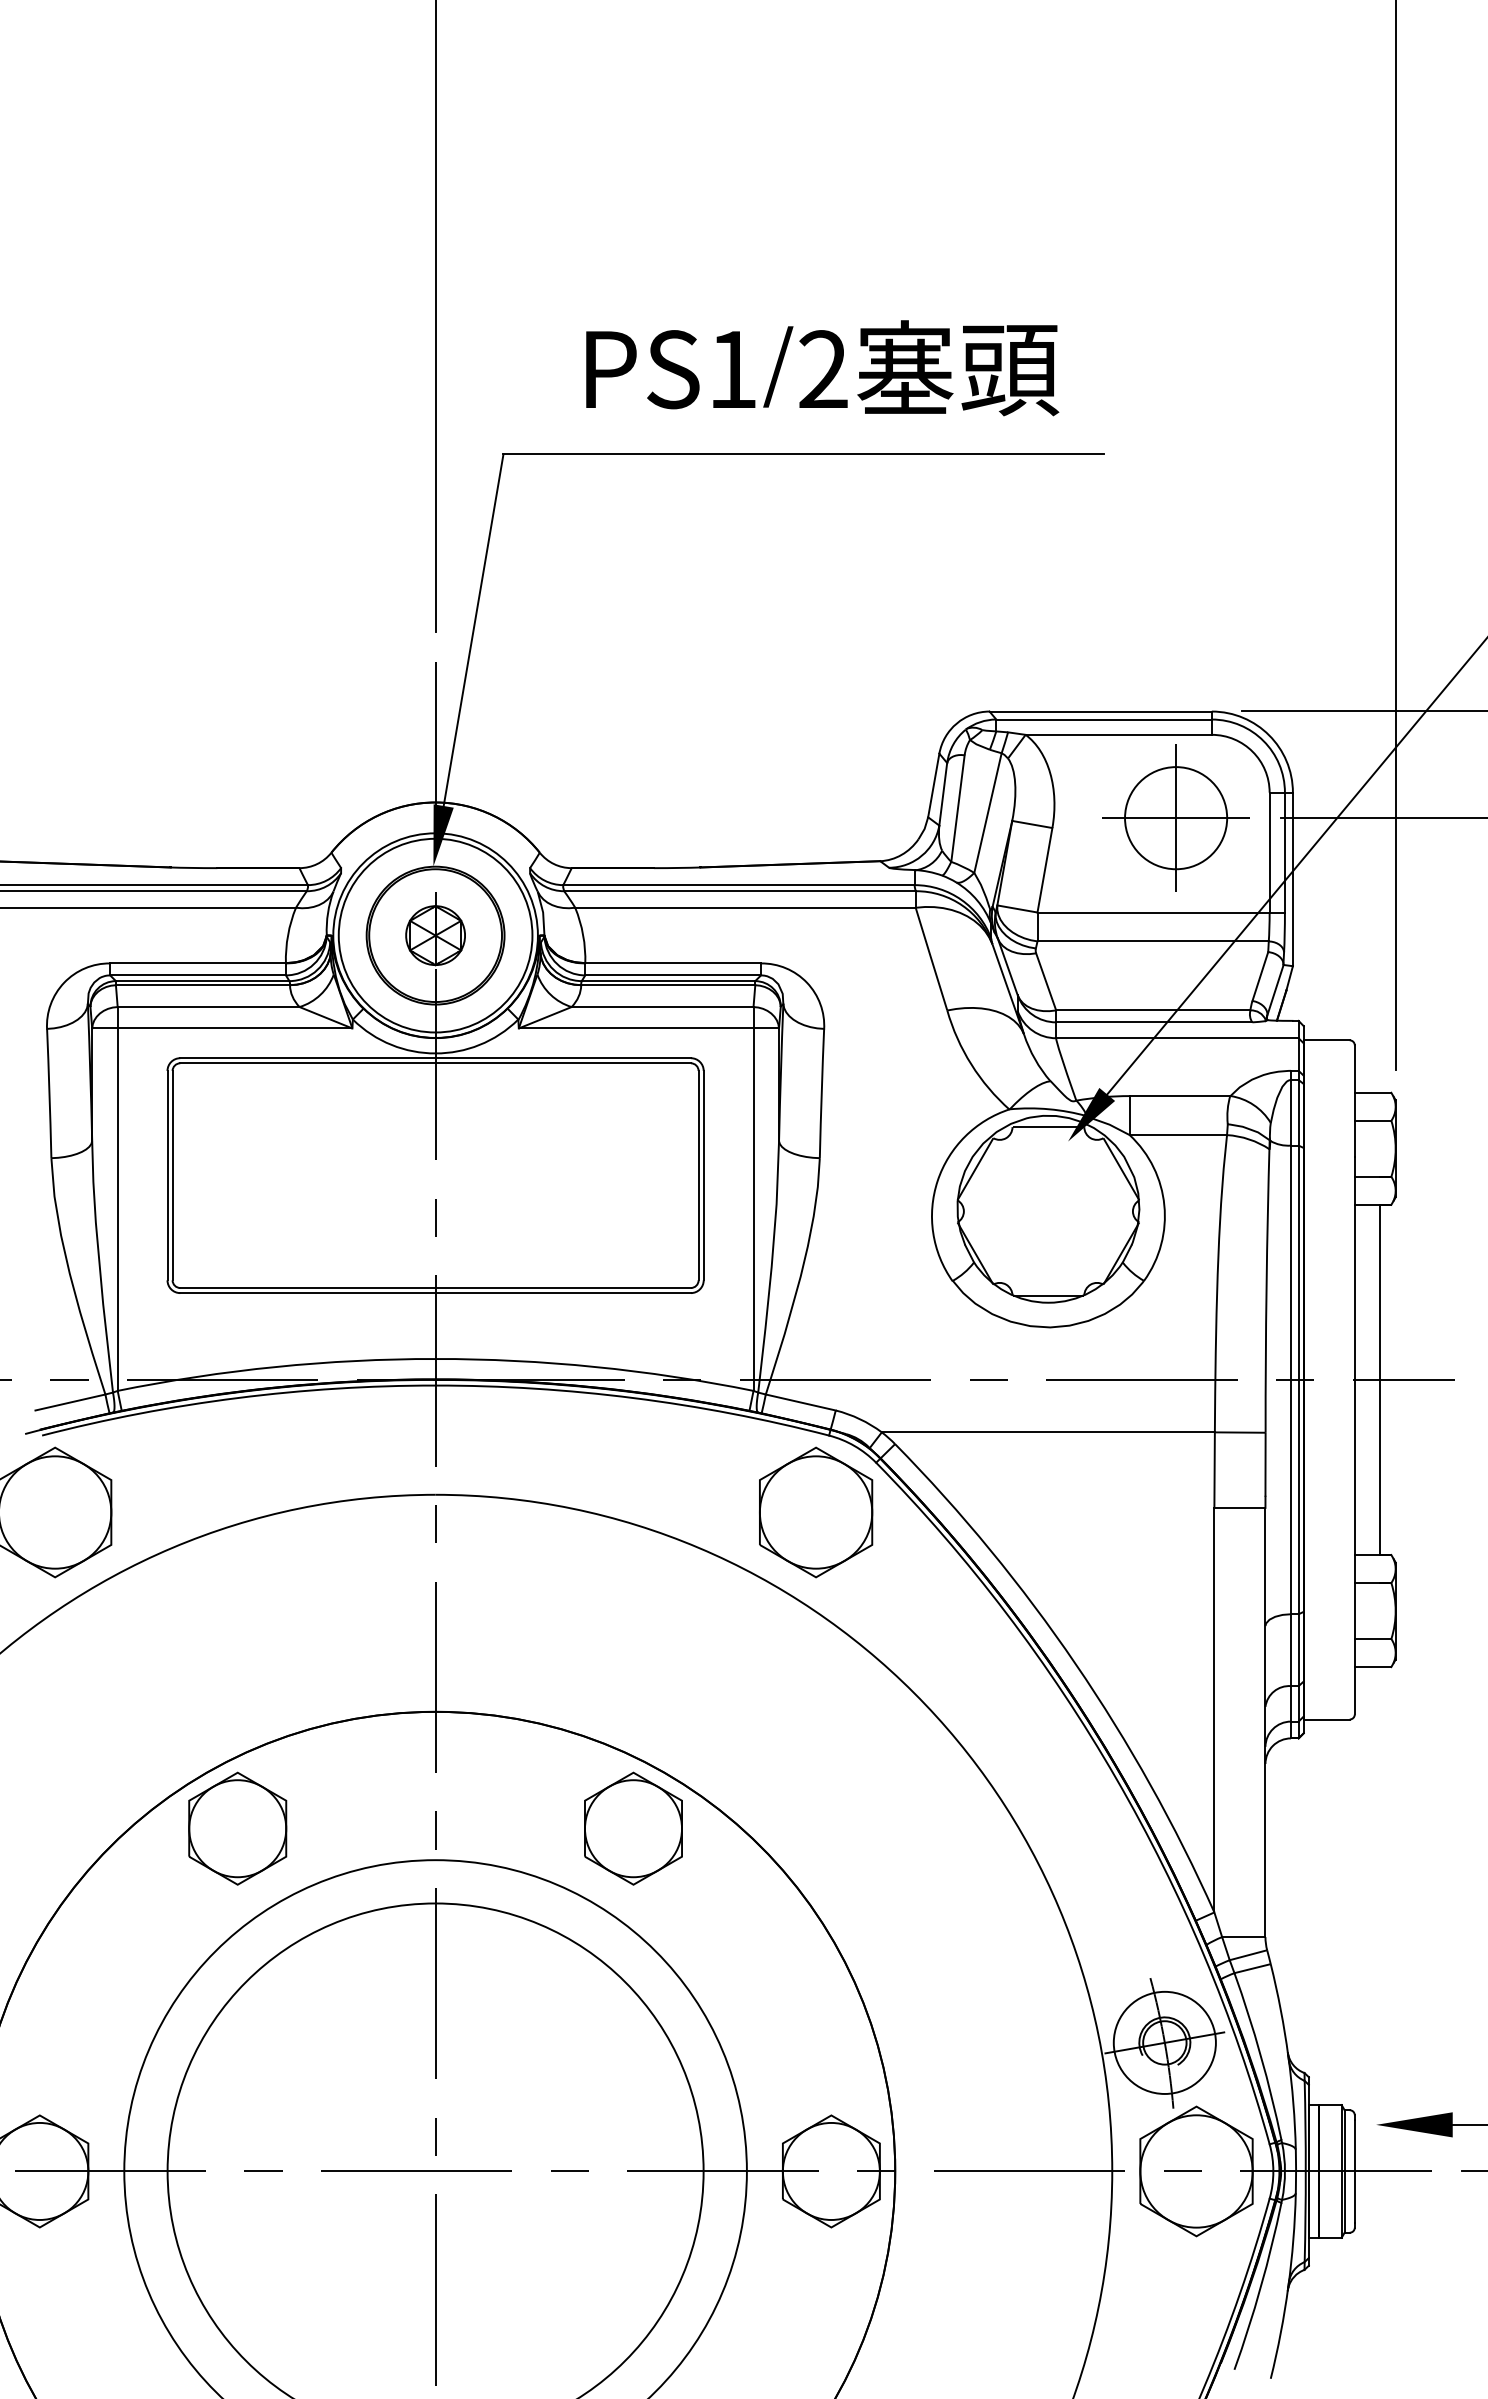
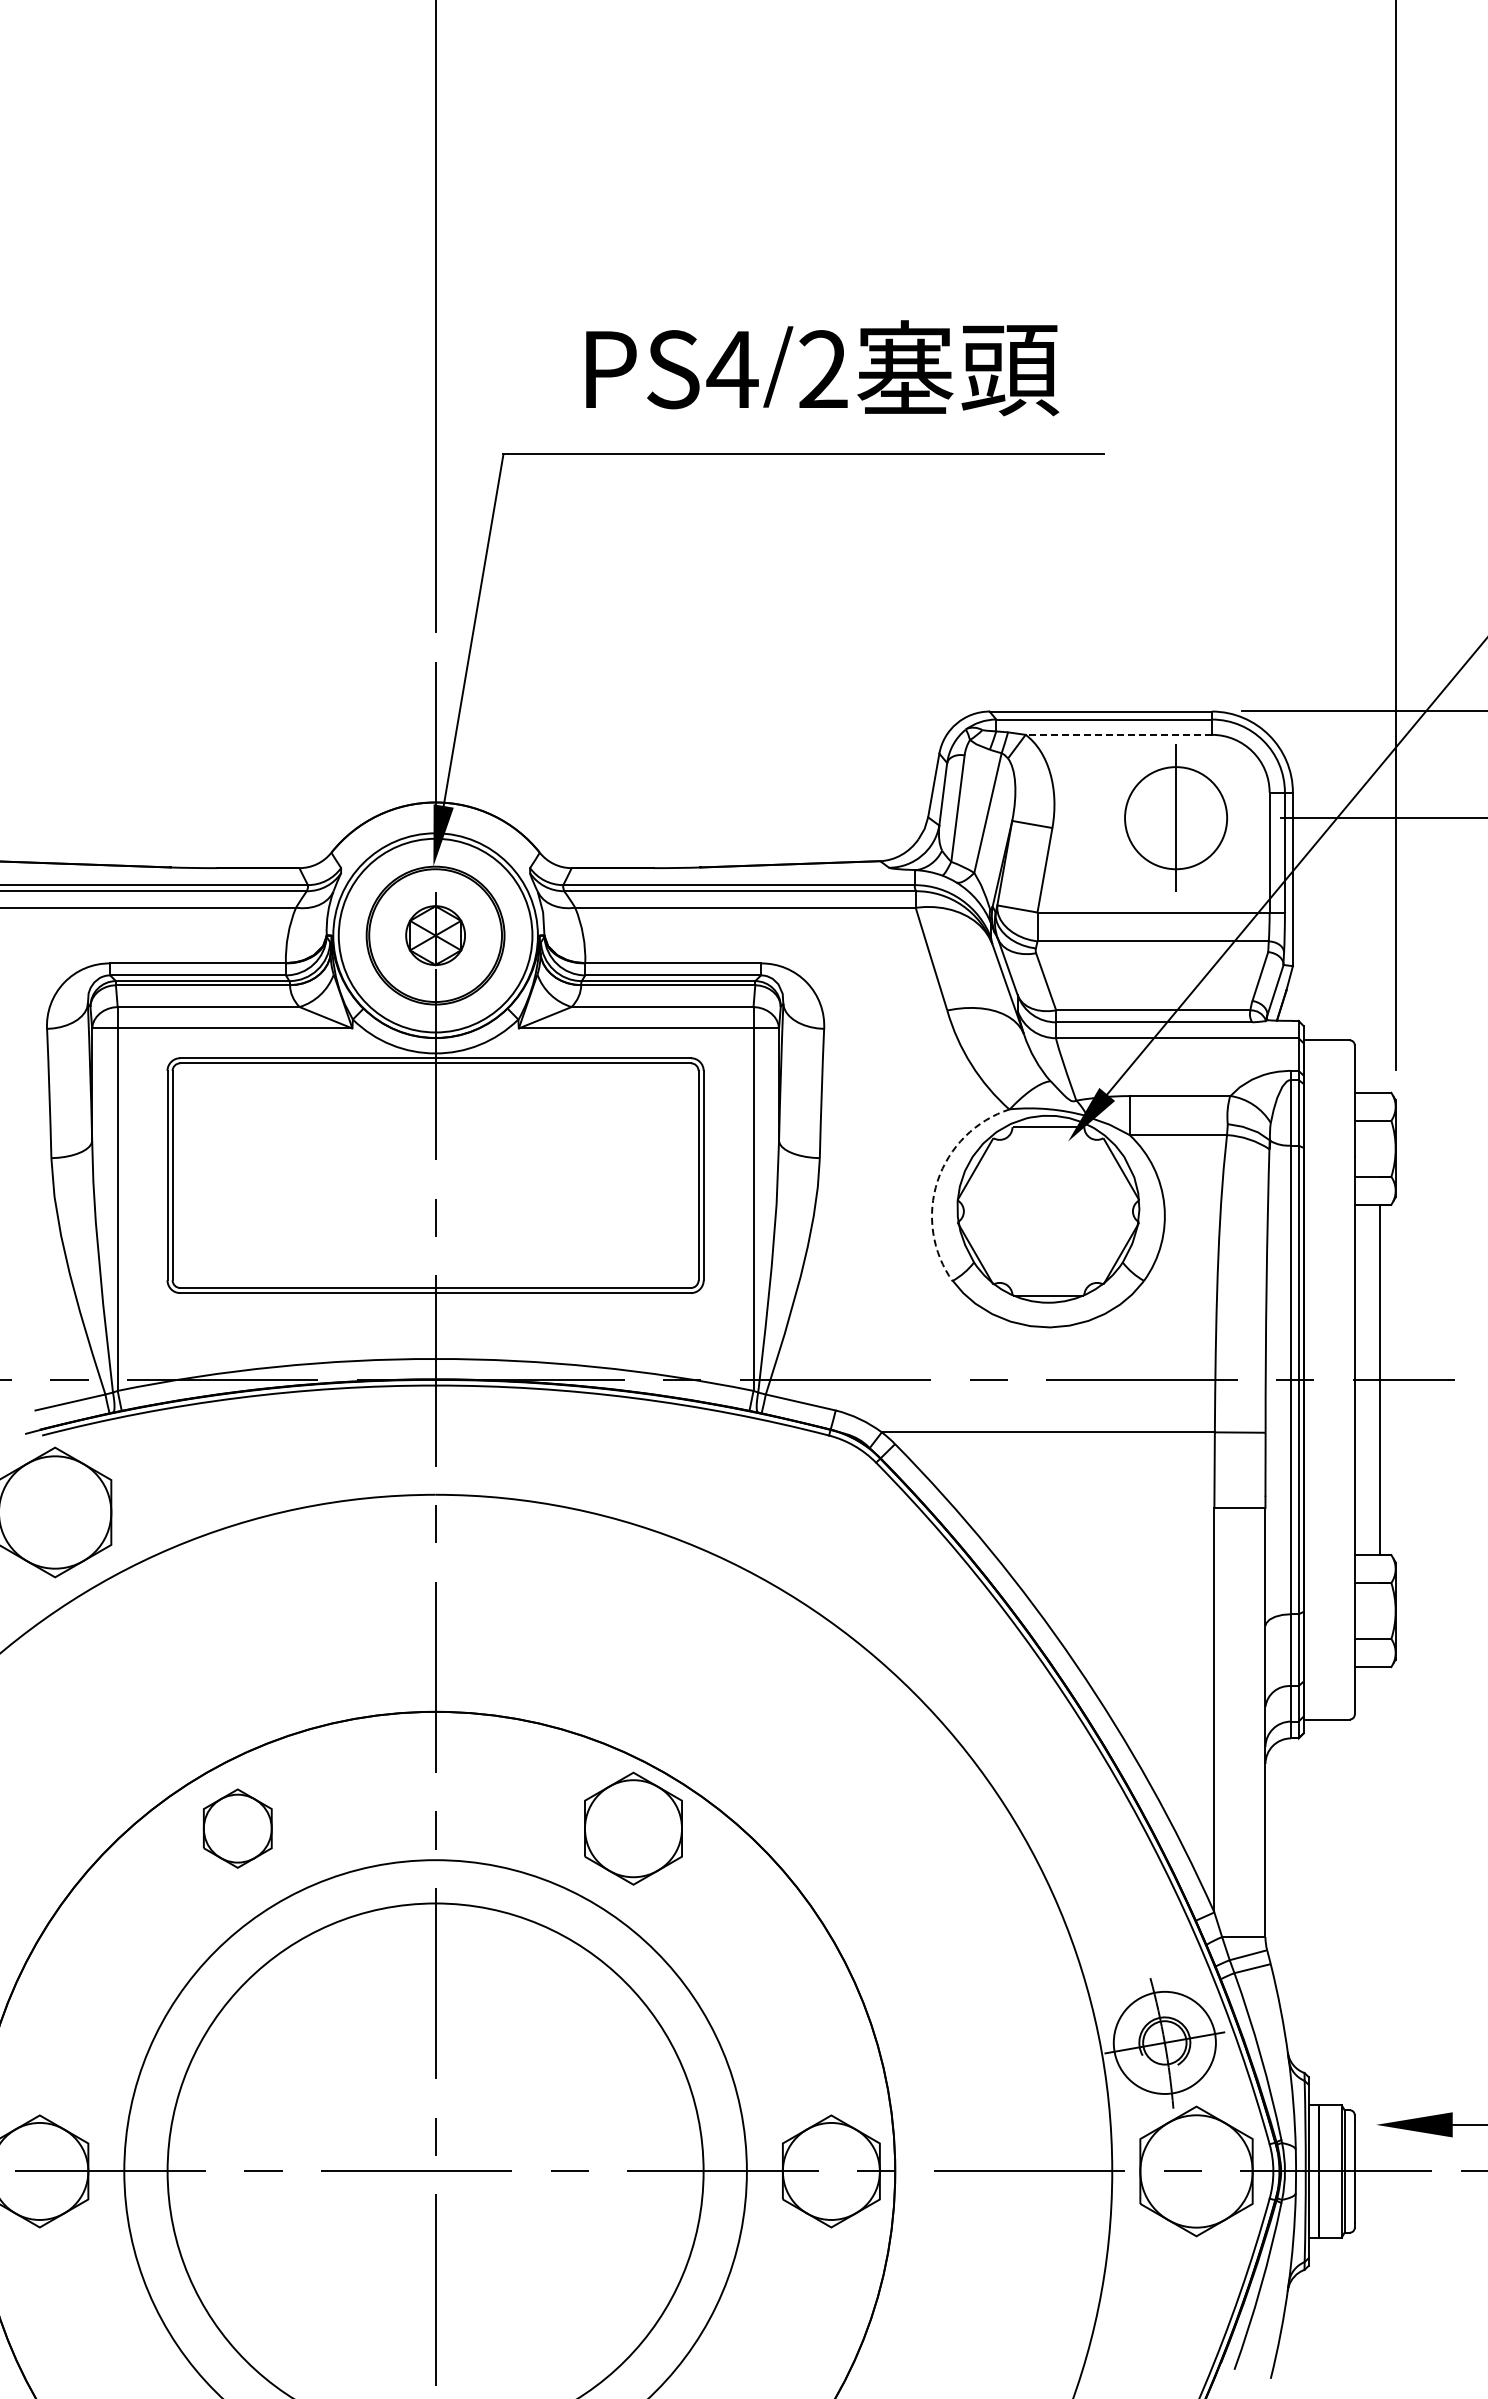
text at (732, 369): PS1 -> PS4
line at (1118, 734): solid -> dashed
line at (1175, 818): present -> none
arc at (937, 1180): solid -> dashed
part at (816, 1512): present -> none
part at (237, 1828) size: 100x115 px -> 71x81 px
